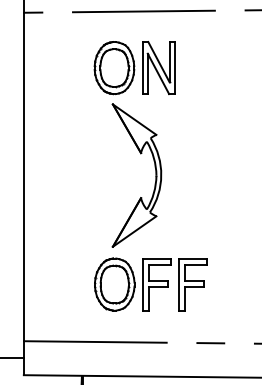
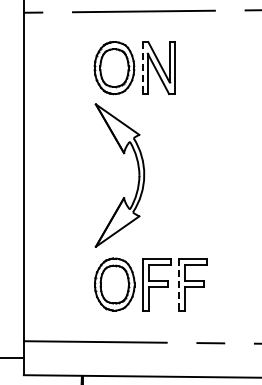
line at (142, 68): solid -> dashed
part at (155, 175) position: (155, 175) -> (138, 175)
line at (179, 285): solid -> dashed
